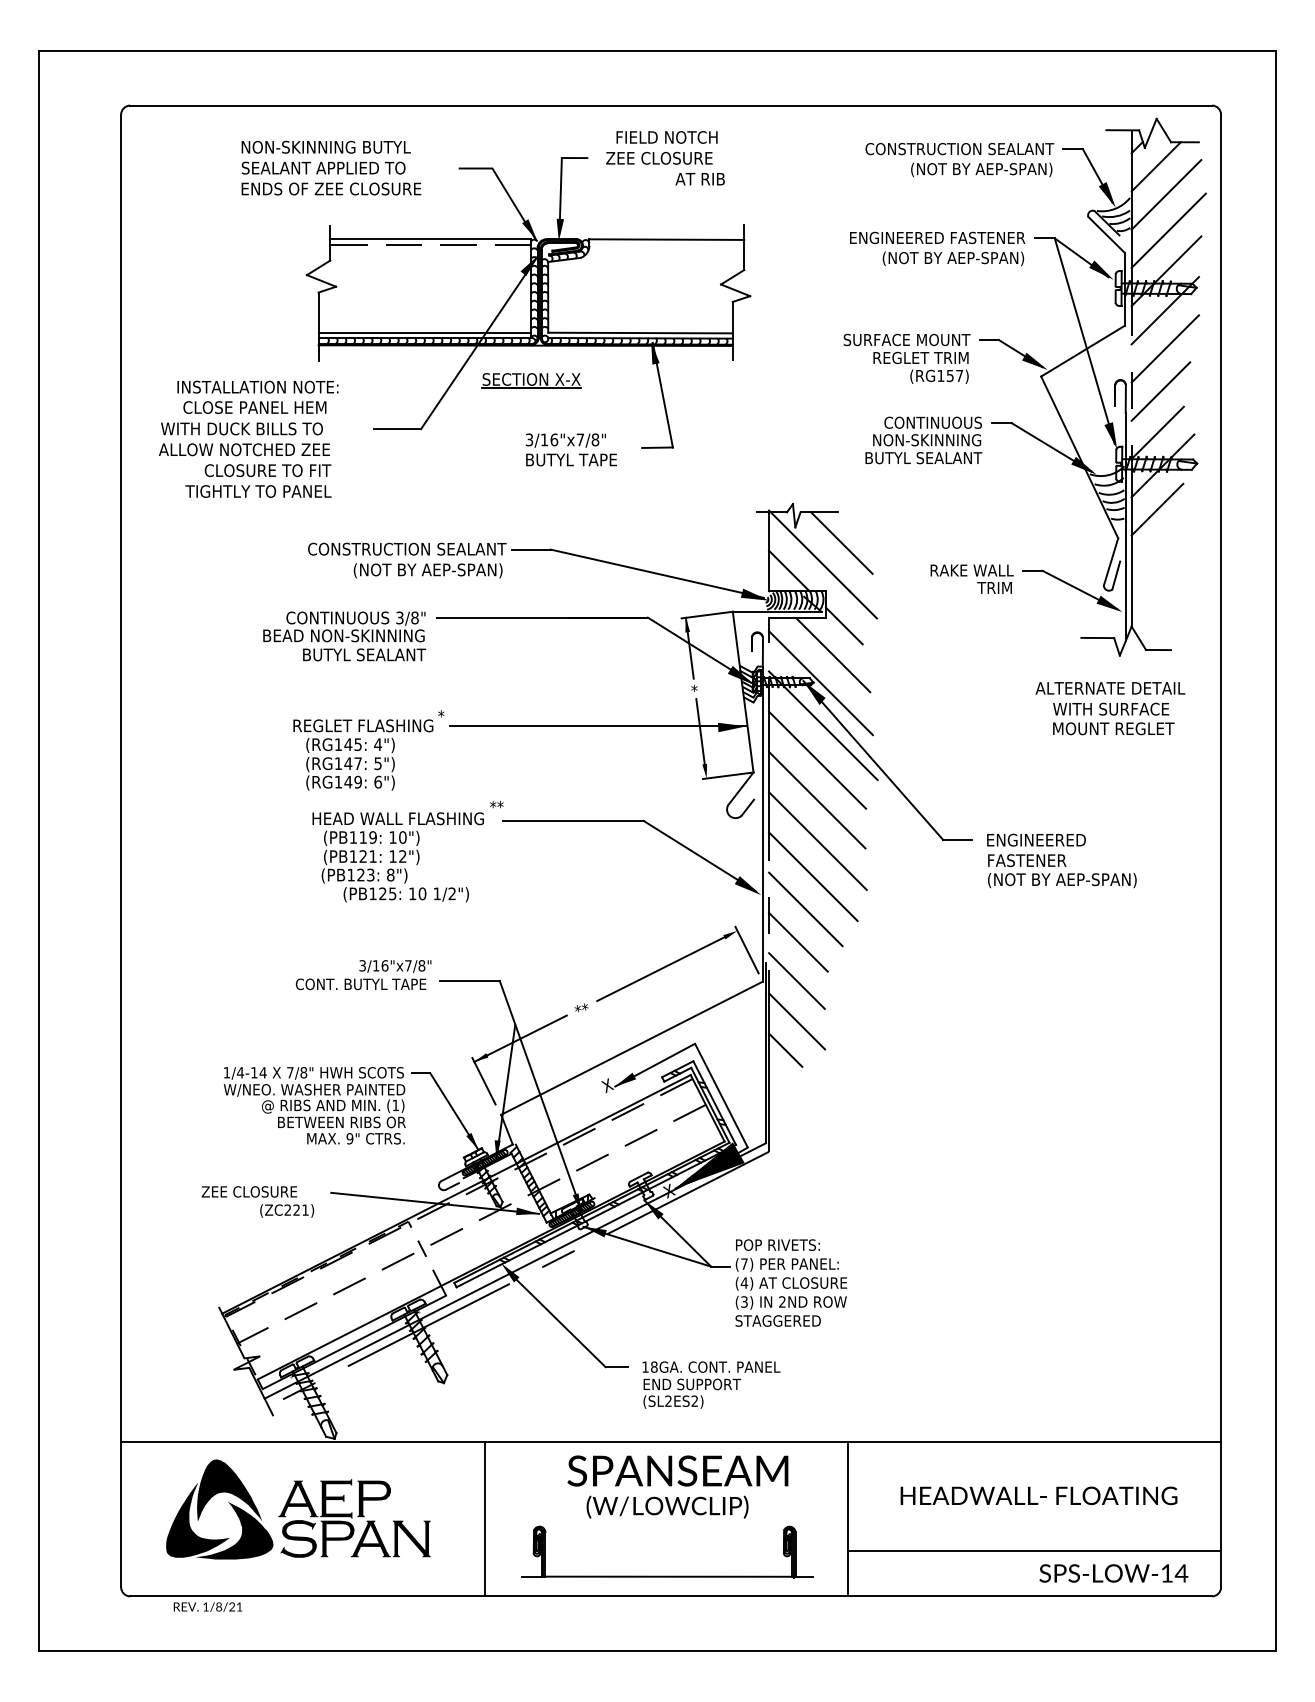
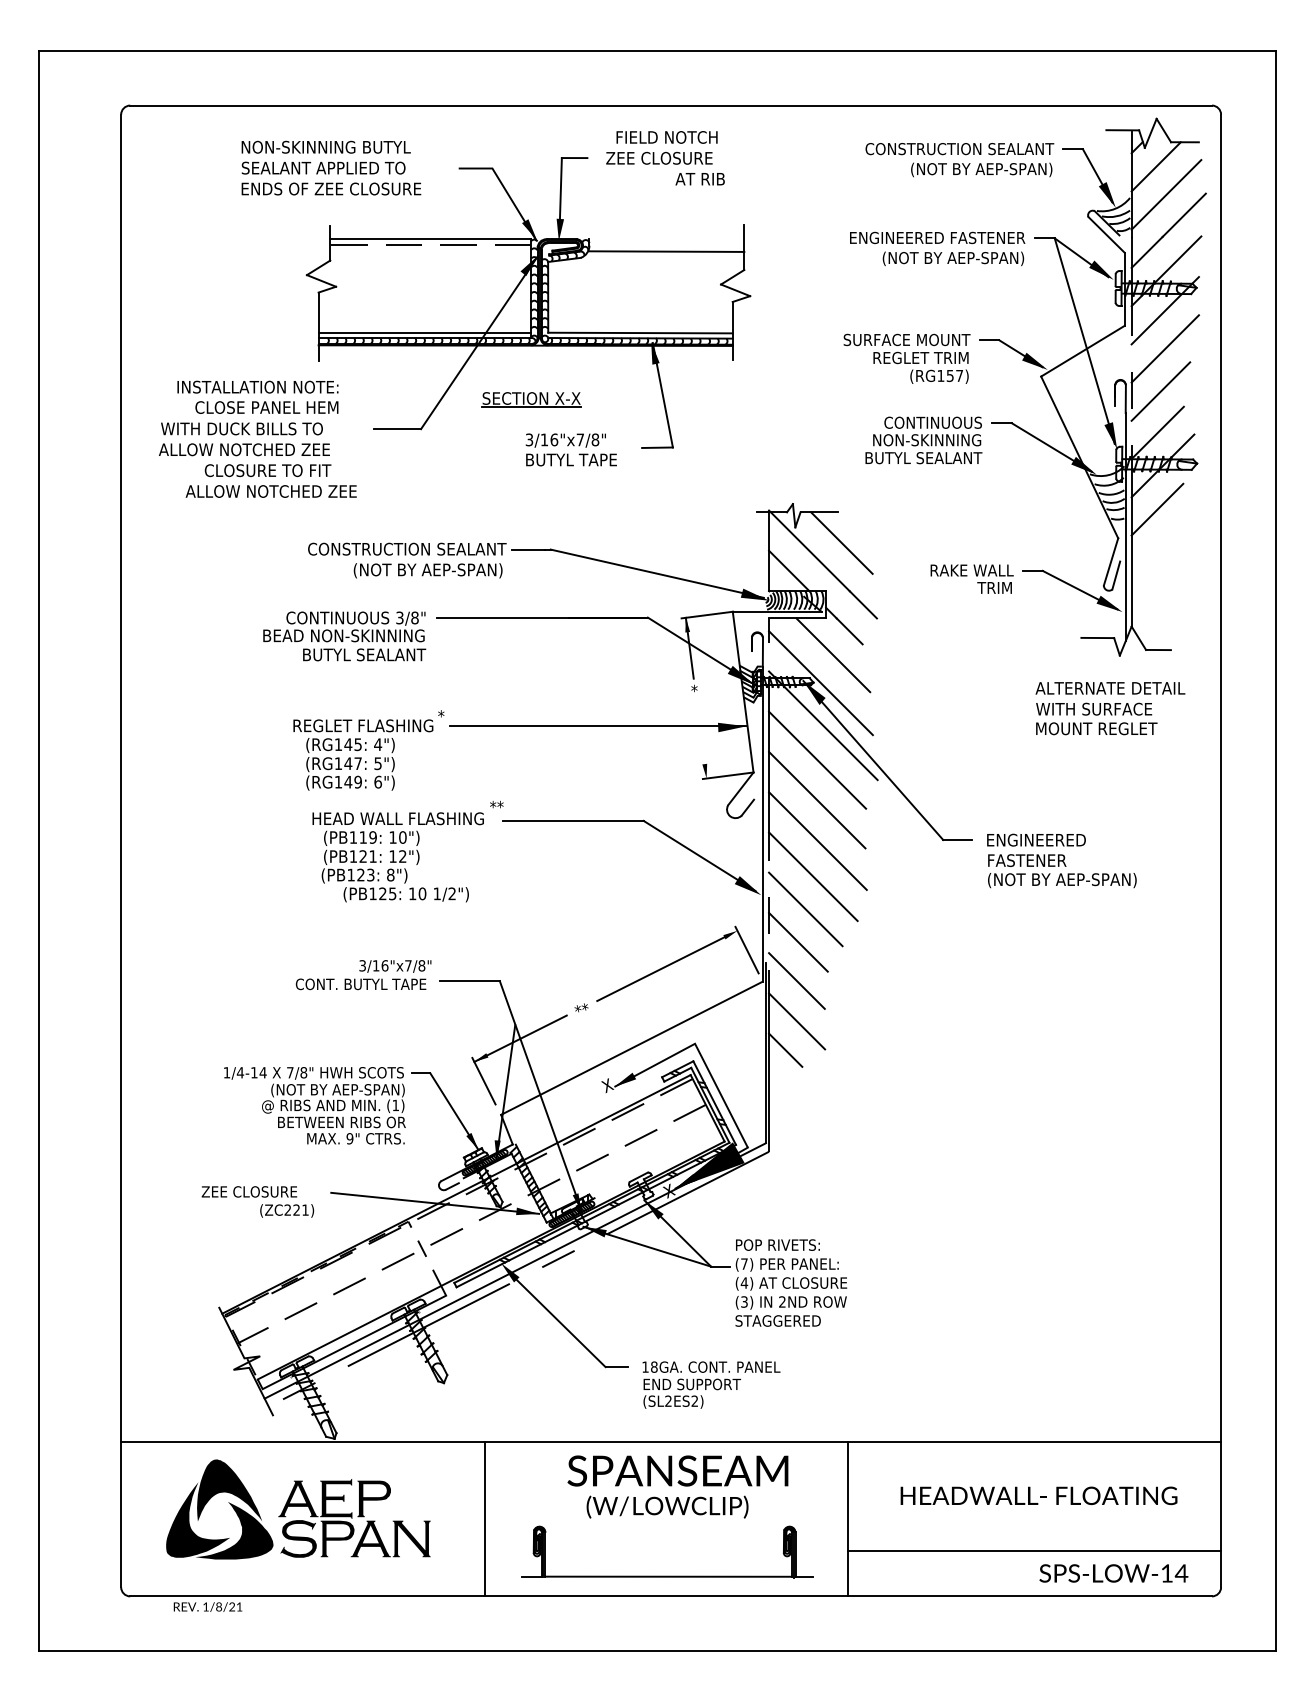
line at (666, 239) position: (666, 239) -> (666, 251)
part at (531, 380) position: (531, 380) -> (531, 399)
text at (254, 407) position: (254, 407) -> (266, 407)
text at (270, 491): TIGHTLY TO PANEL -> ALLOW NOTCHED ZEE
text at (1113, 718) position: (1113, 718) -> (1096, 718)
line at (700, 731): present -> none
text at (314, 1090): W/NEO. WASHER PAINTED -> (NOT BY AEP-SPAN)
